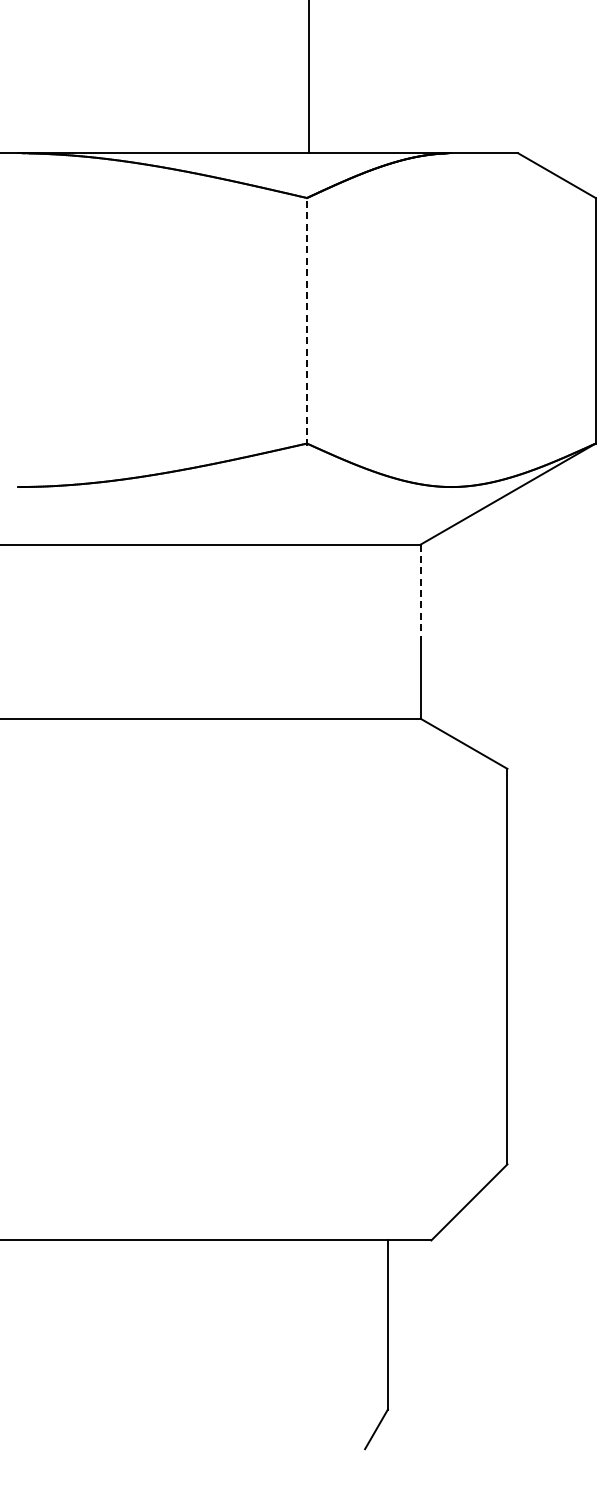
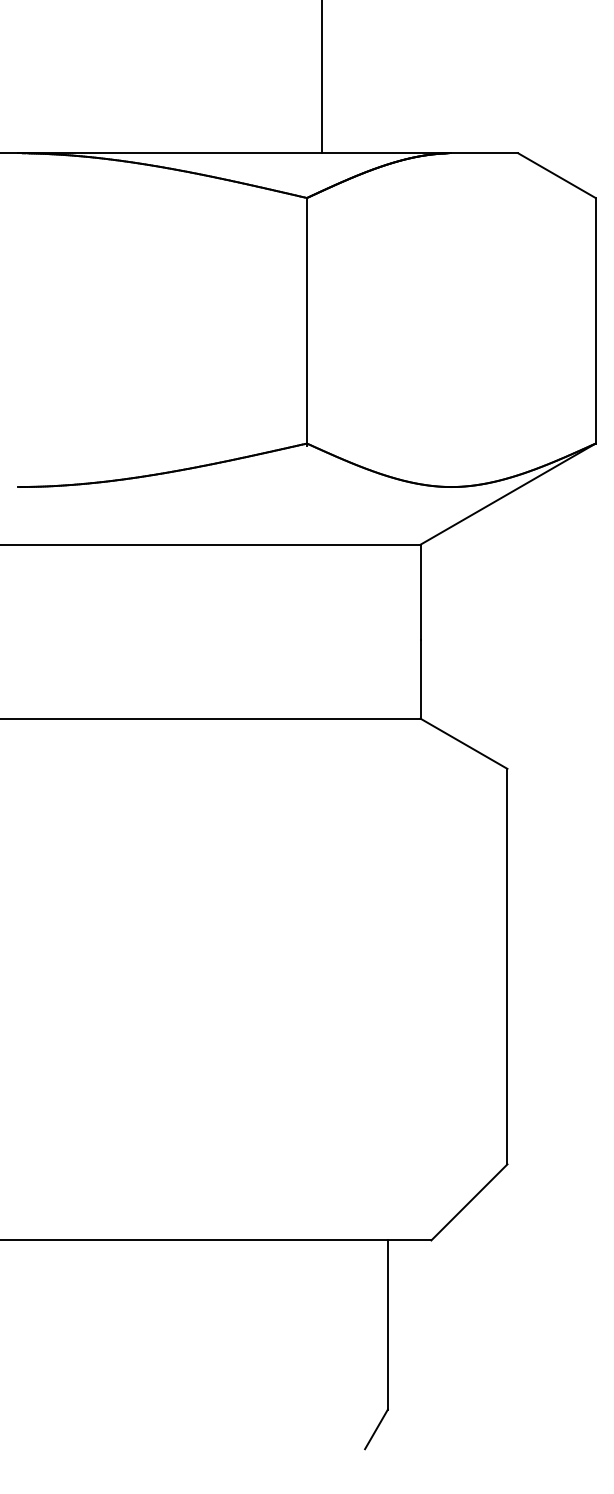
line at (308, 77) position: (308, 77) -> (321, 77)
line at (307, 321): dashed -> solid
line at (420, 592): dashed -> solid
